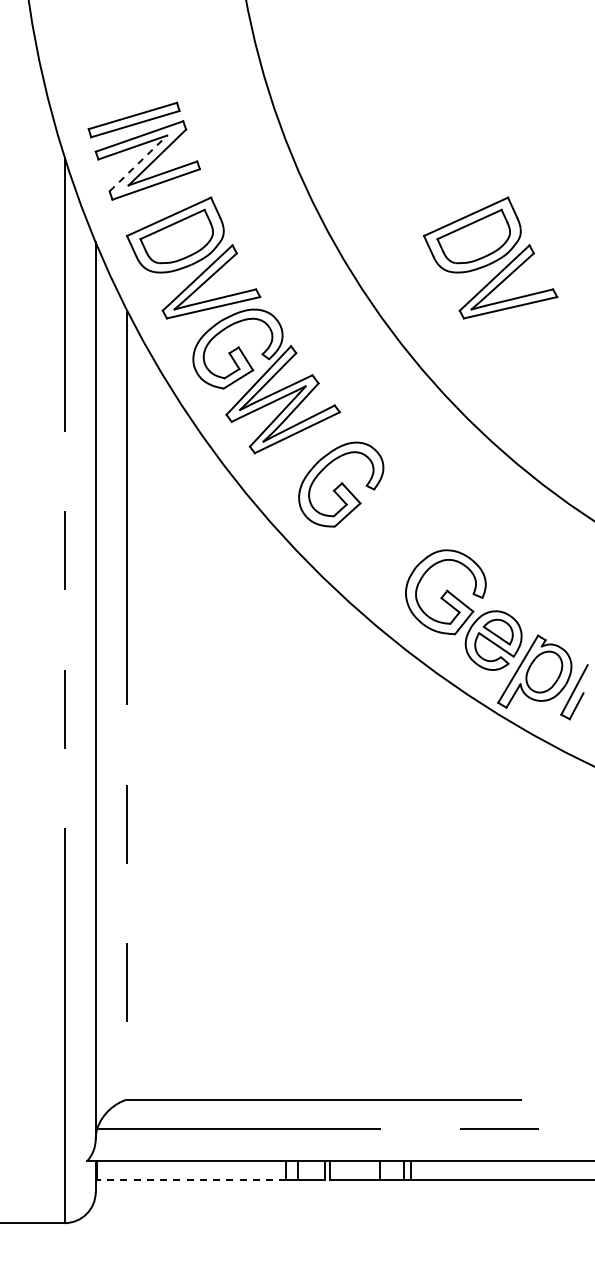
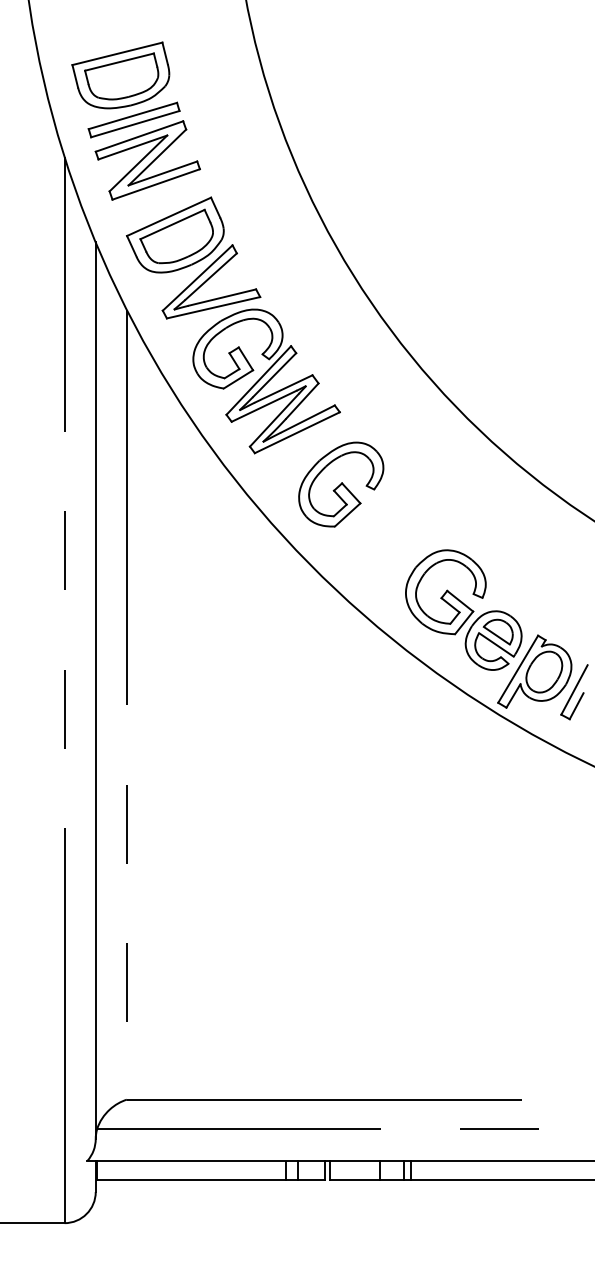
part at (120, 75): none -> present
line at (138, 163): dashed -> solid
part at (490, 257): present -> none
line at (191, 1179): dashed -> solid
